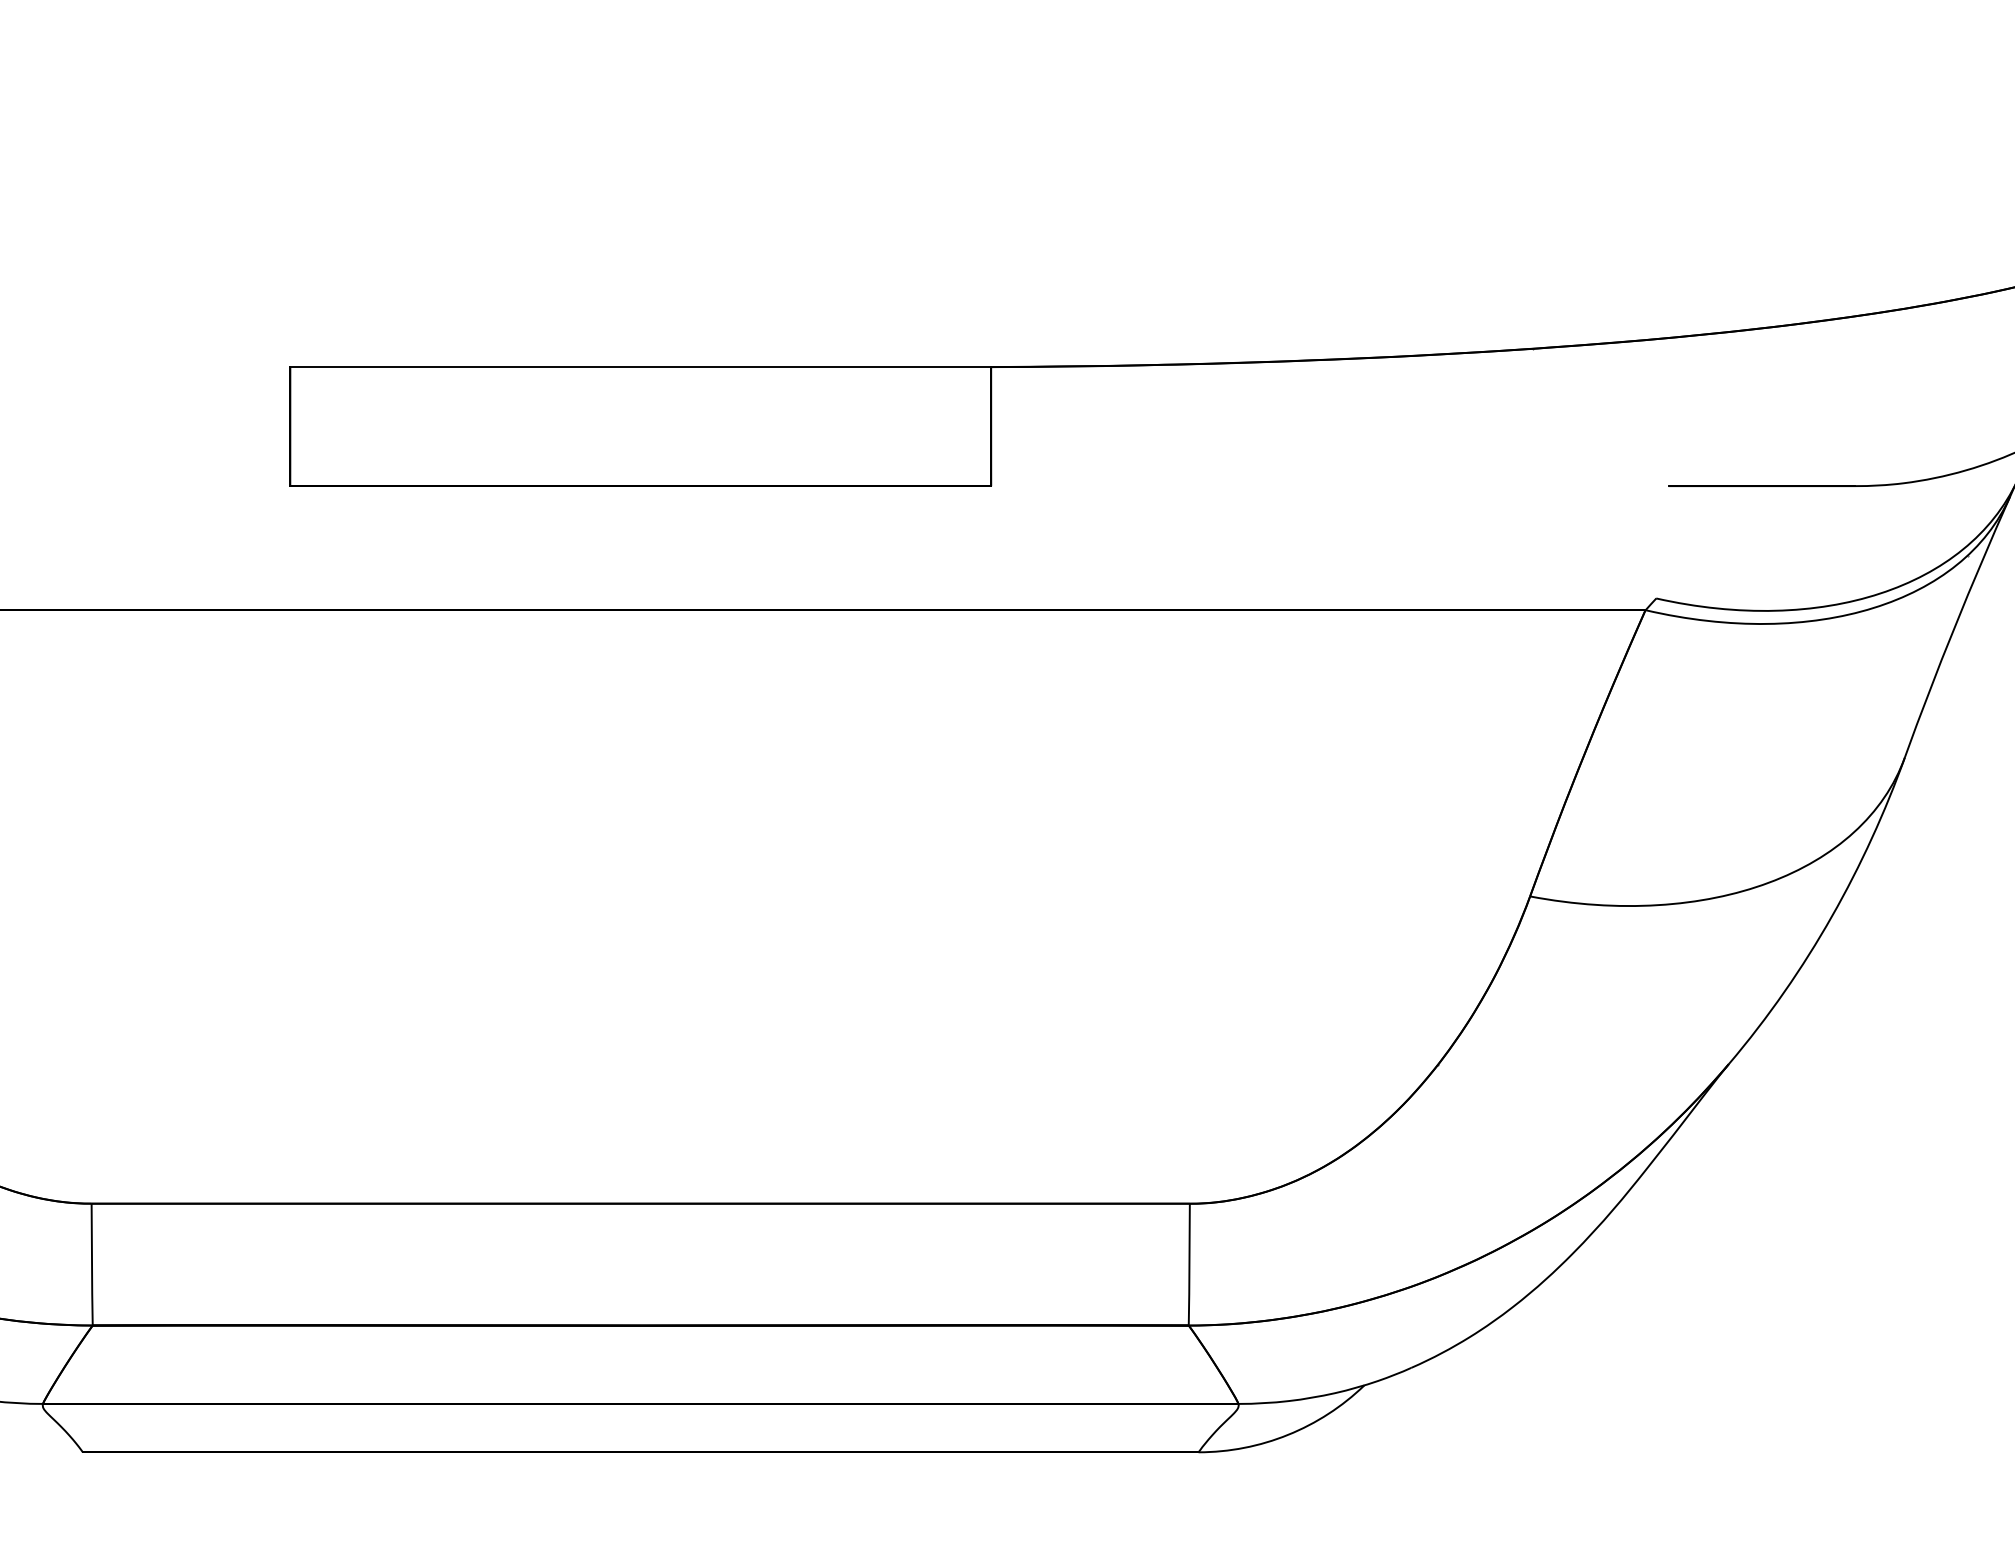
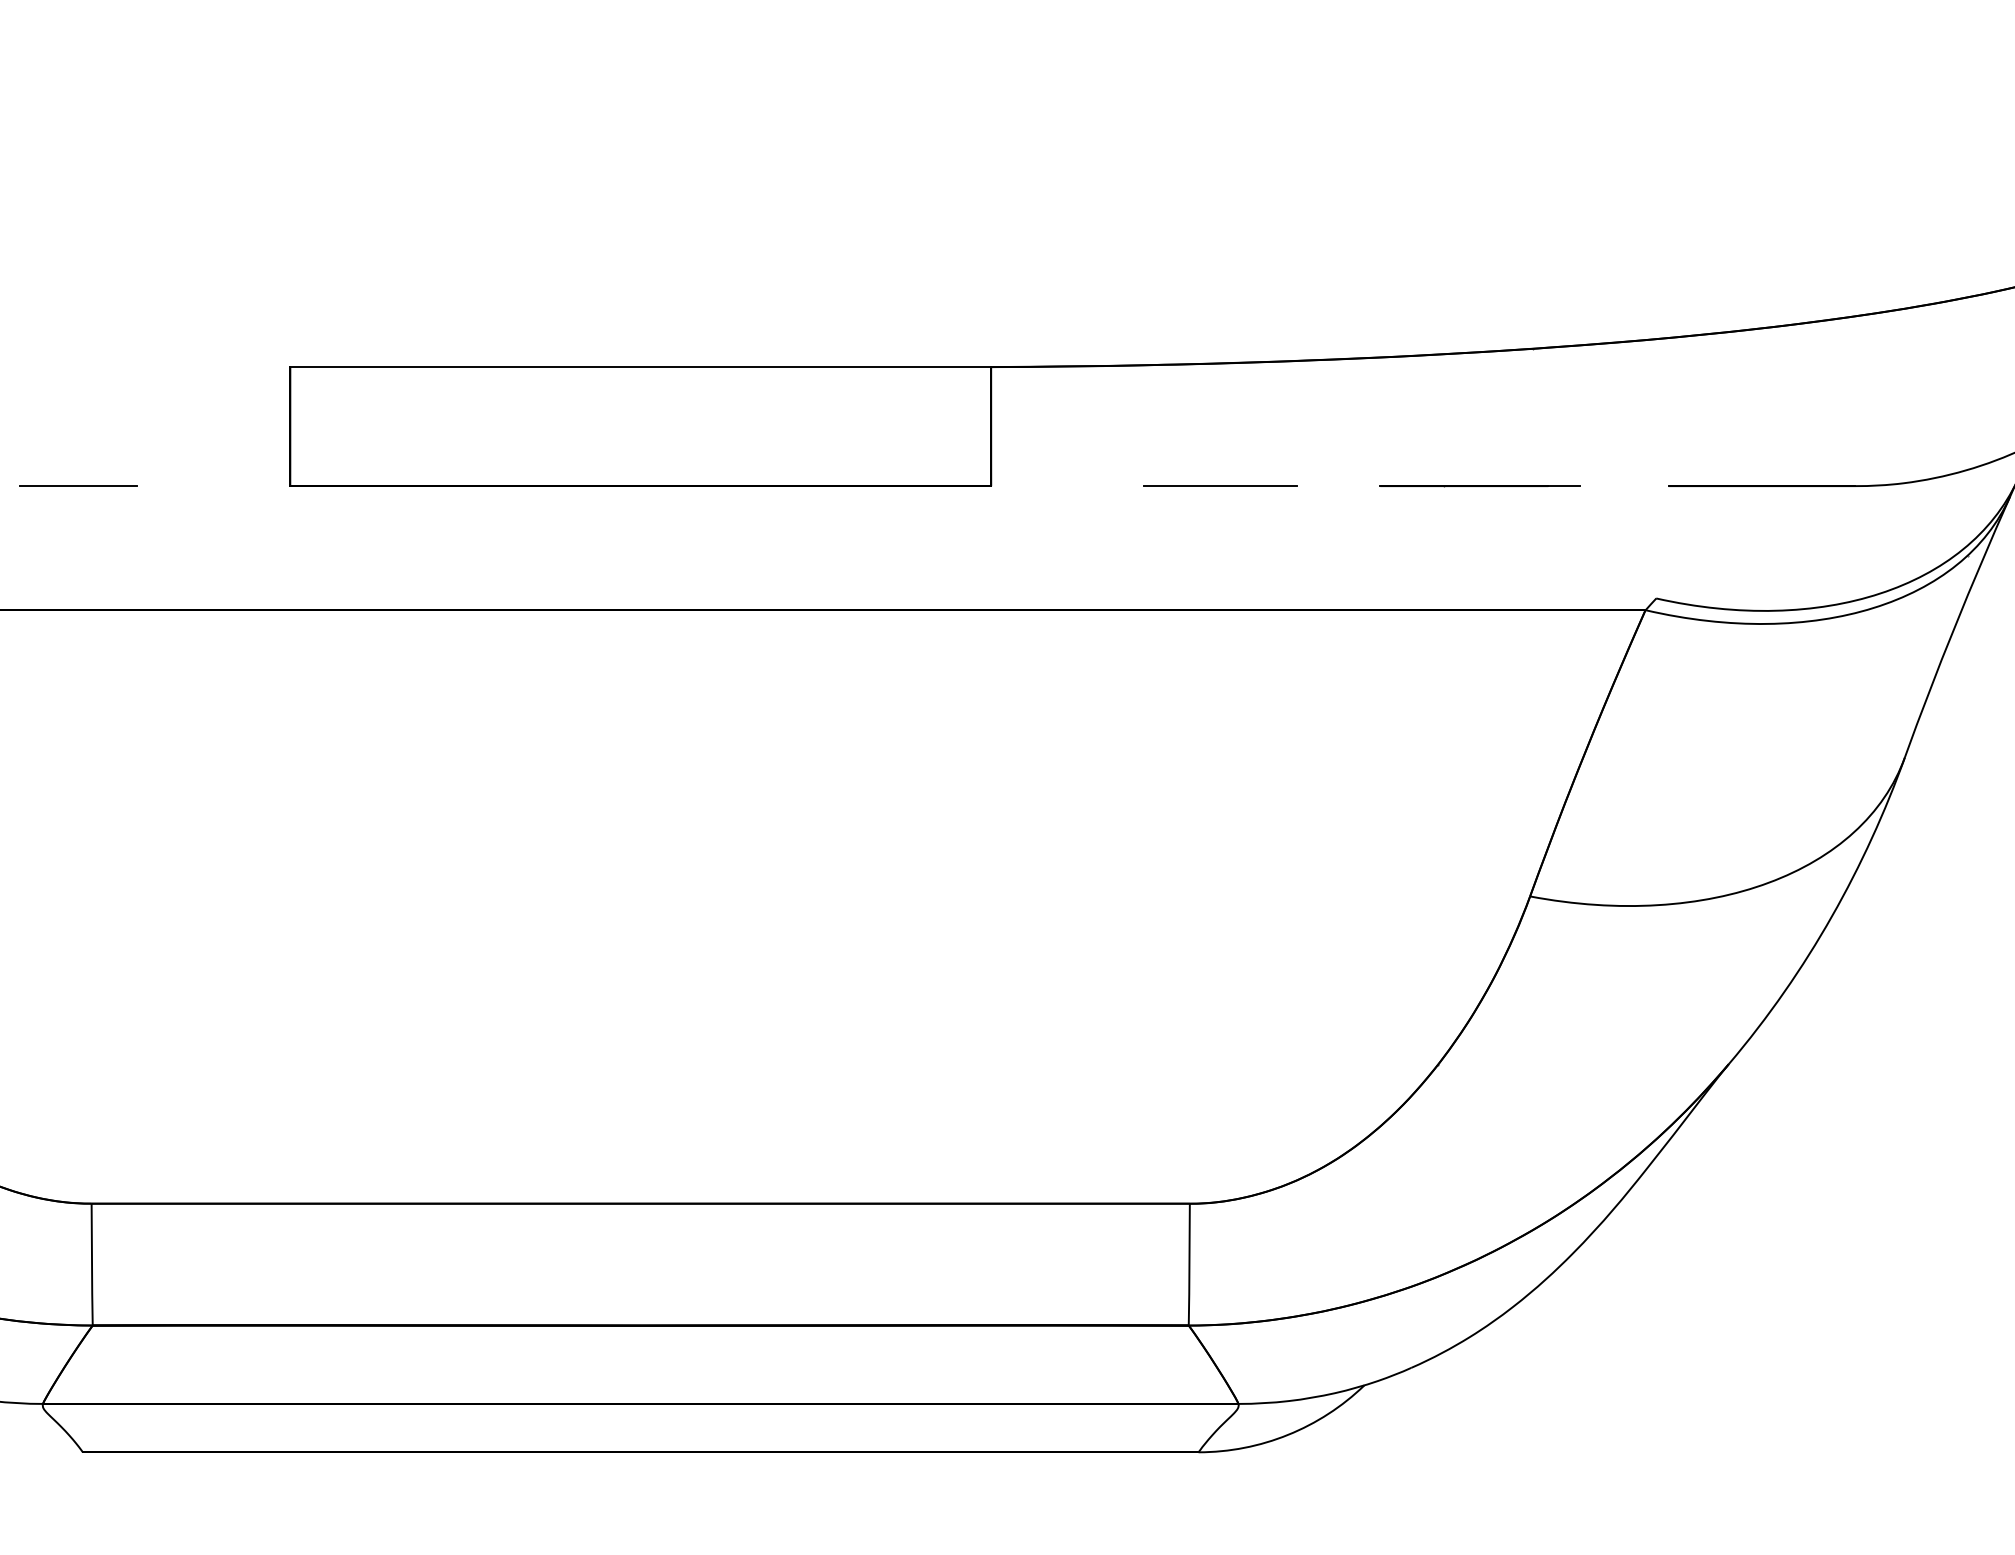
line at (78, 485): none -> present
line at (1220, 486): none -> present
line at (1479, 486): none -> present
